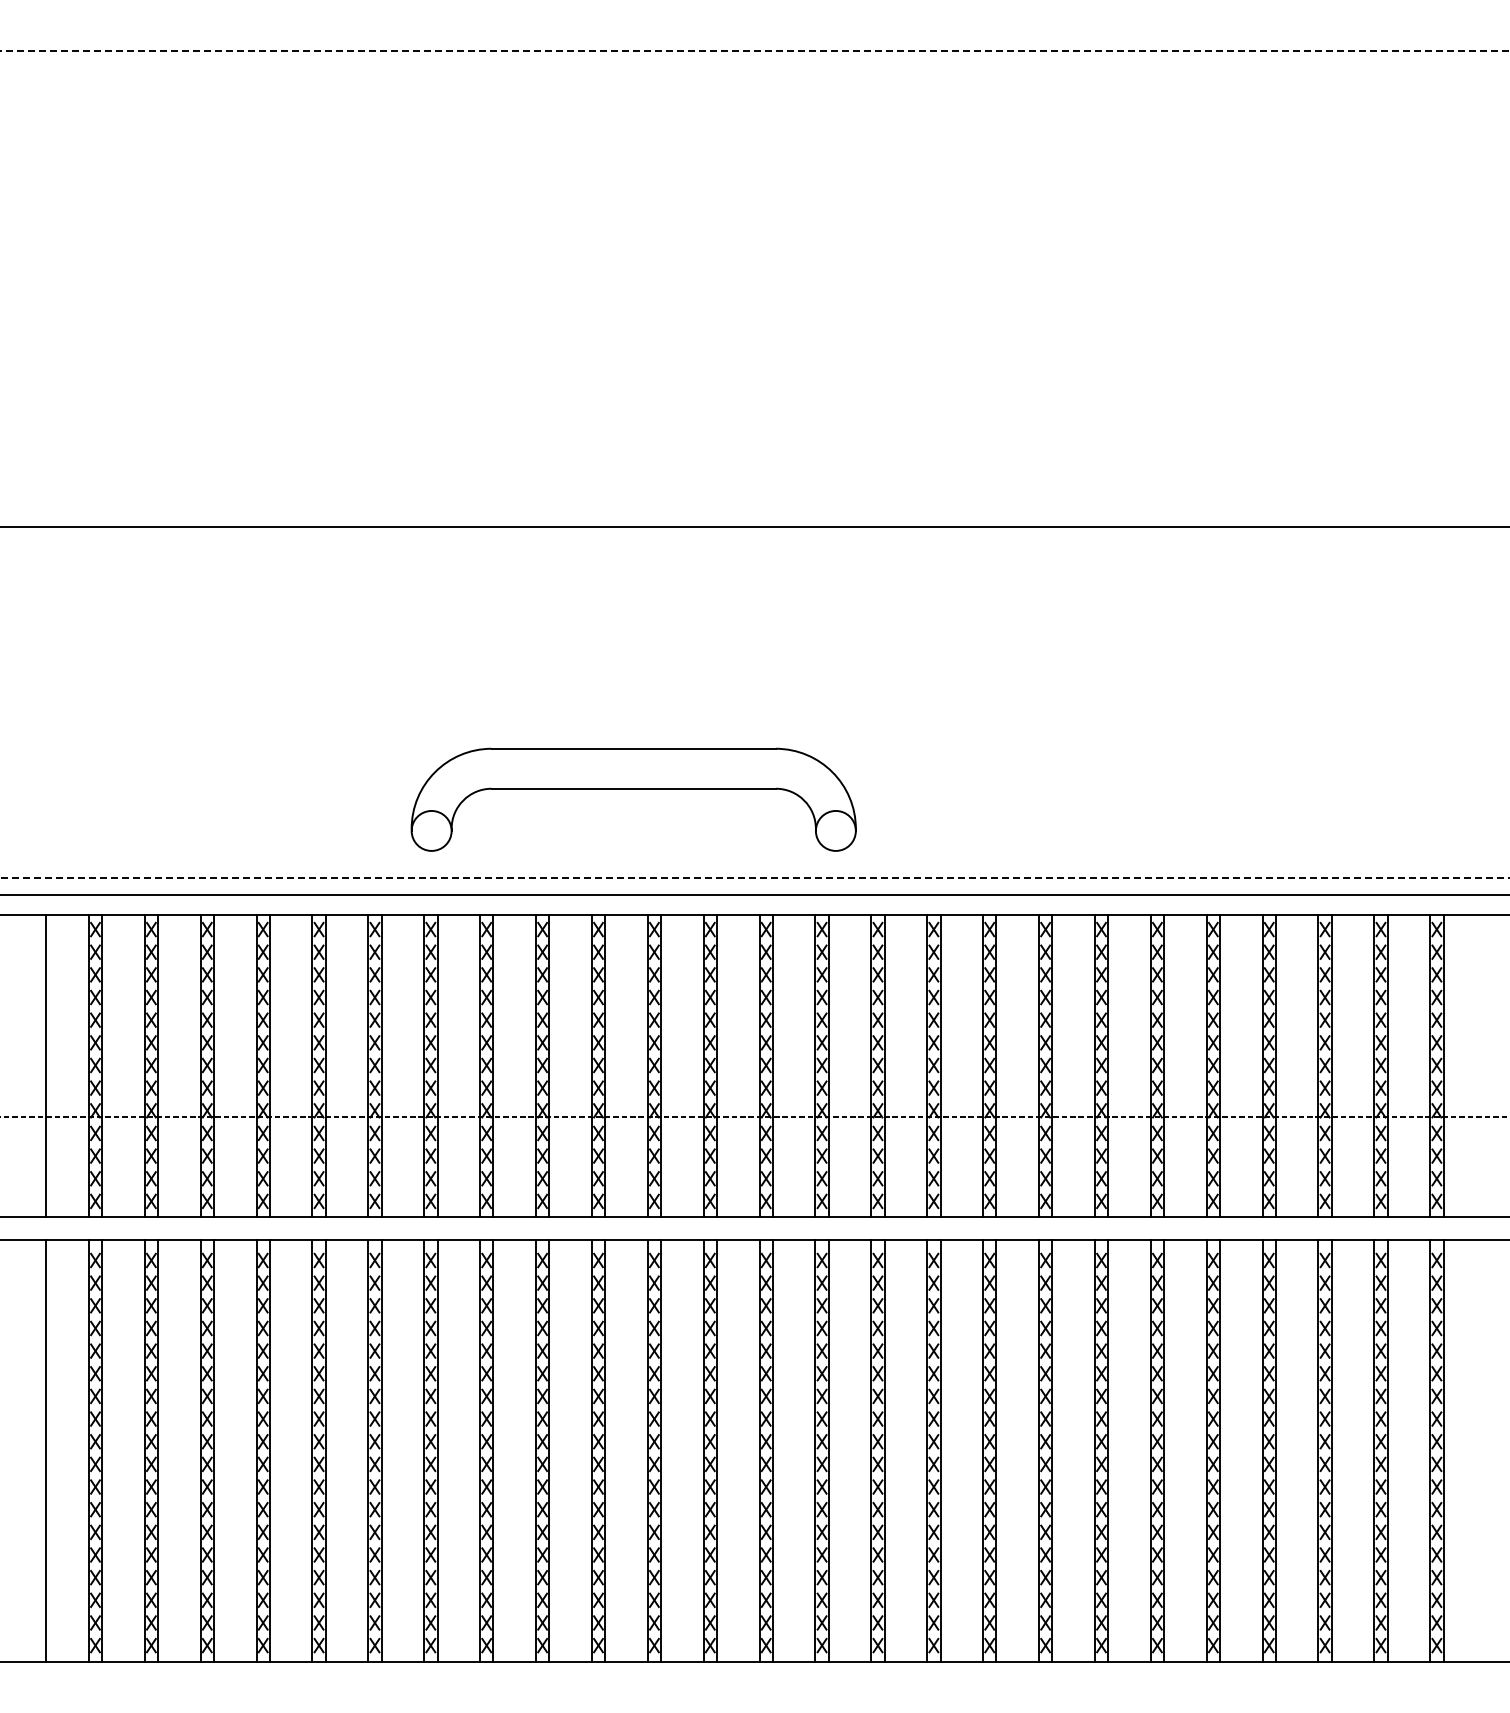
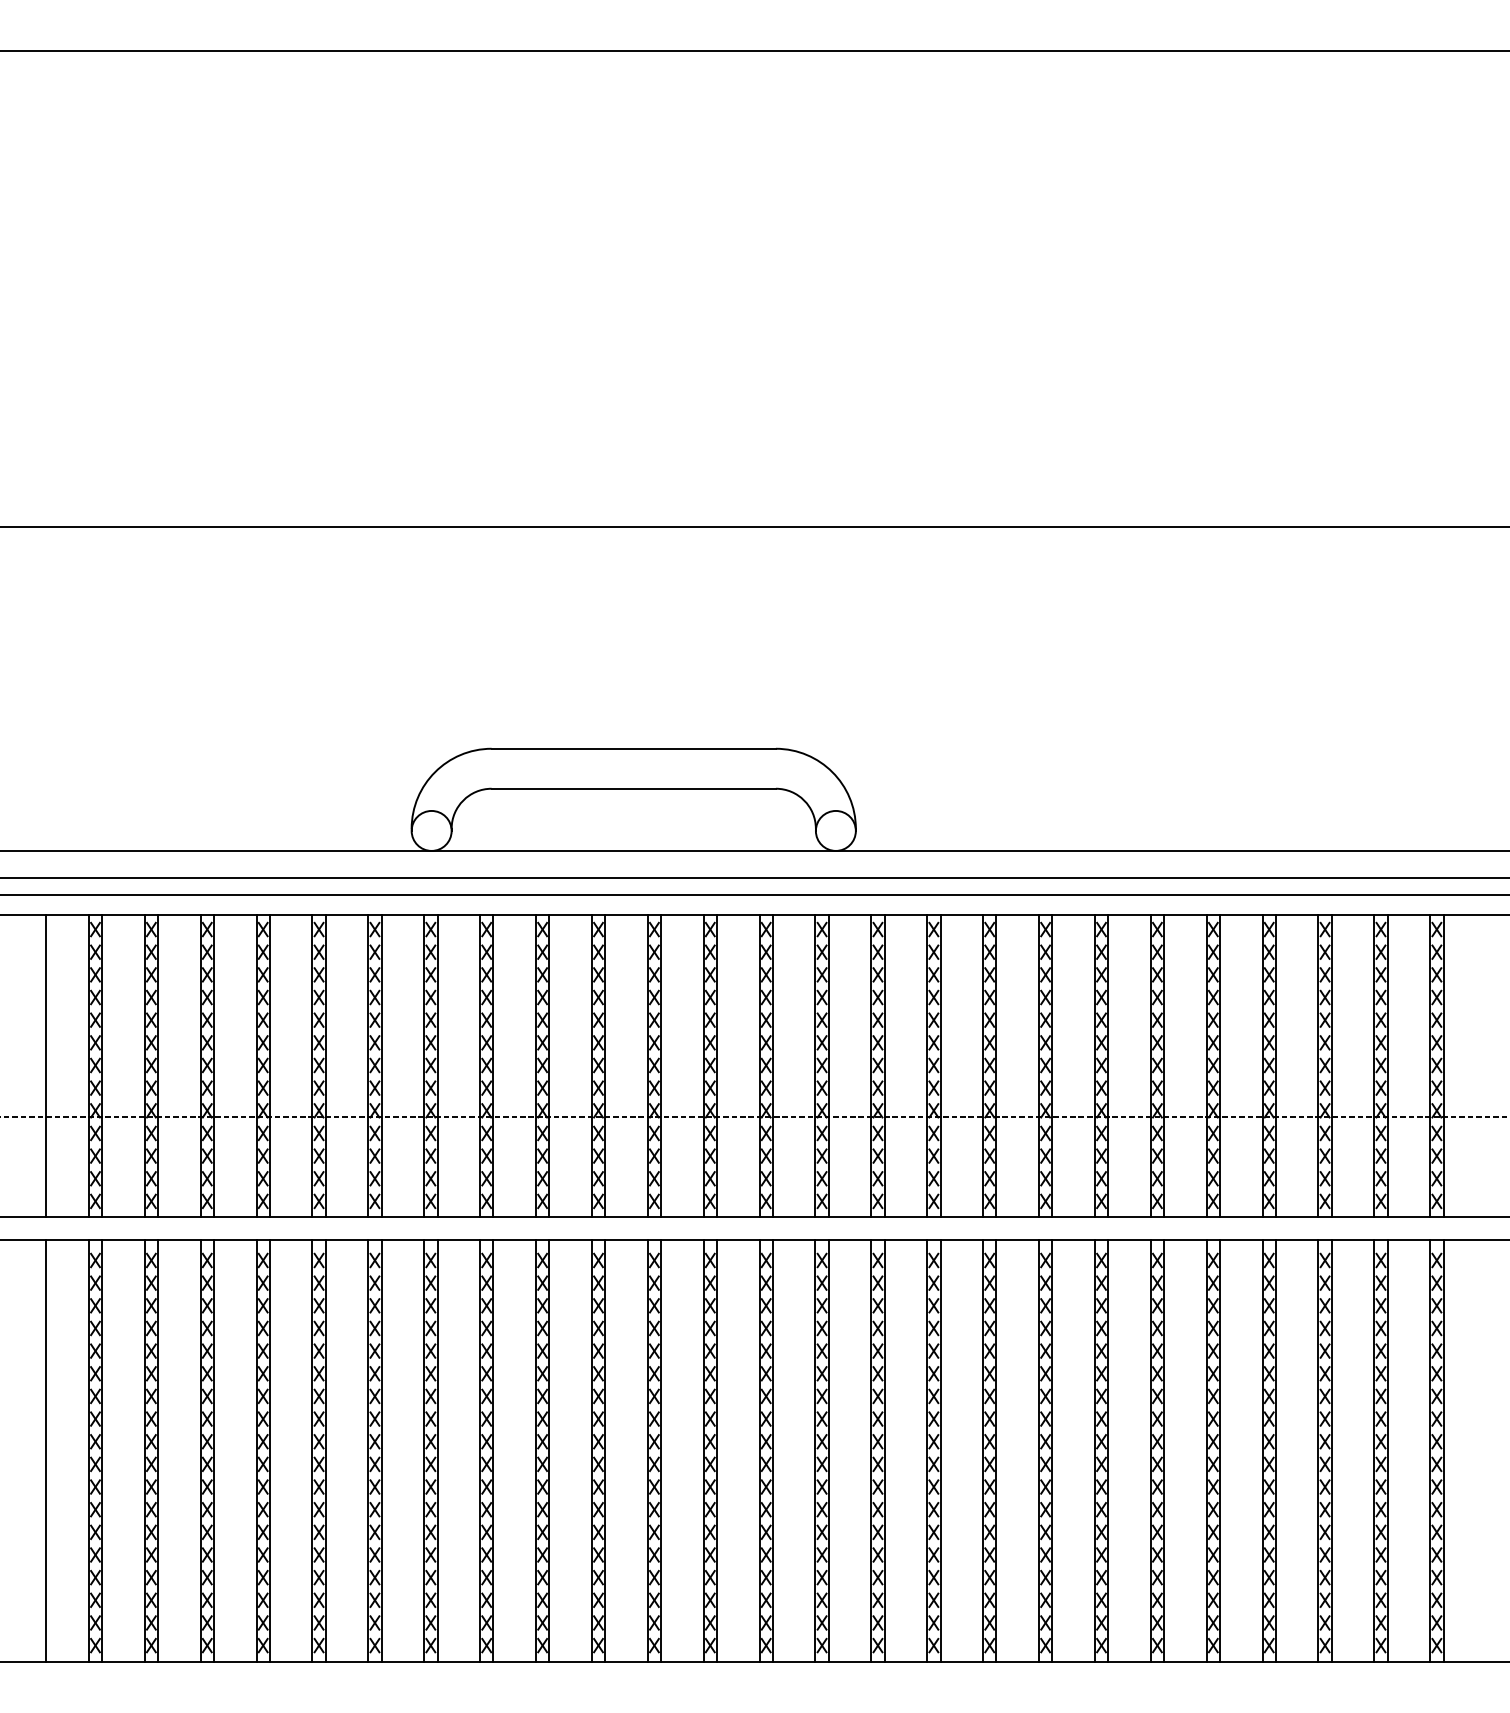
line at (754, 51): dashed -> solid
line at (754, 850): none -> present
line at (755, 877): dashed -> solid
